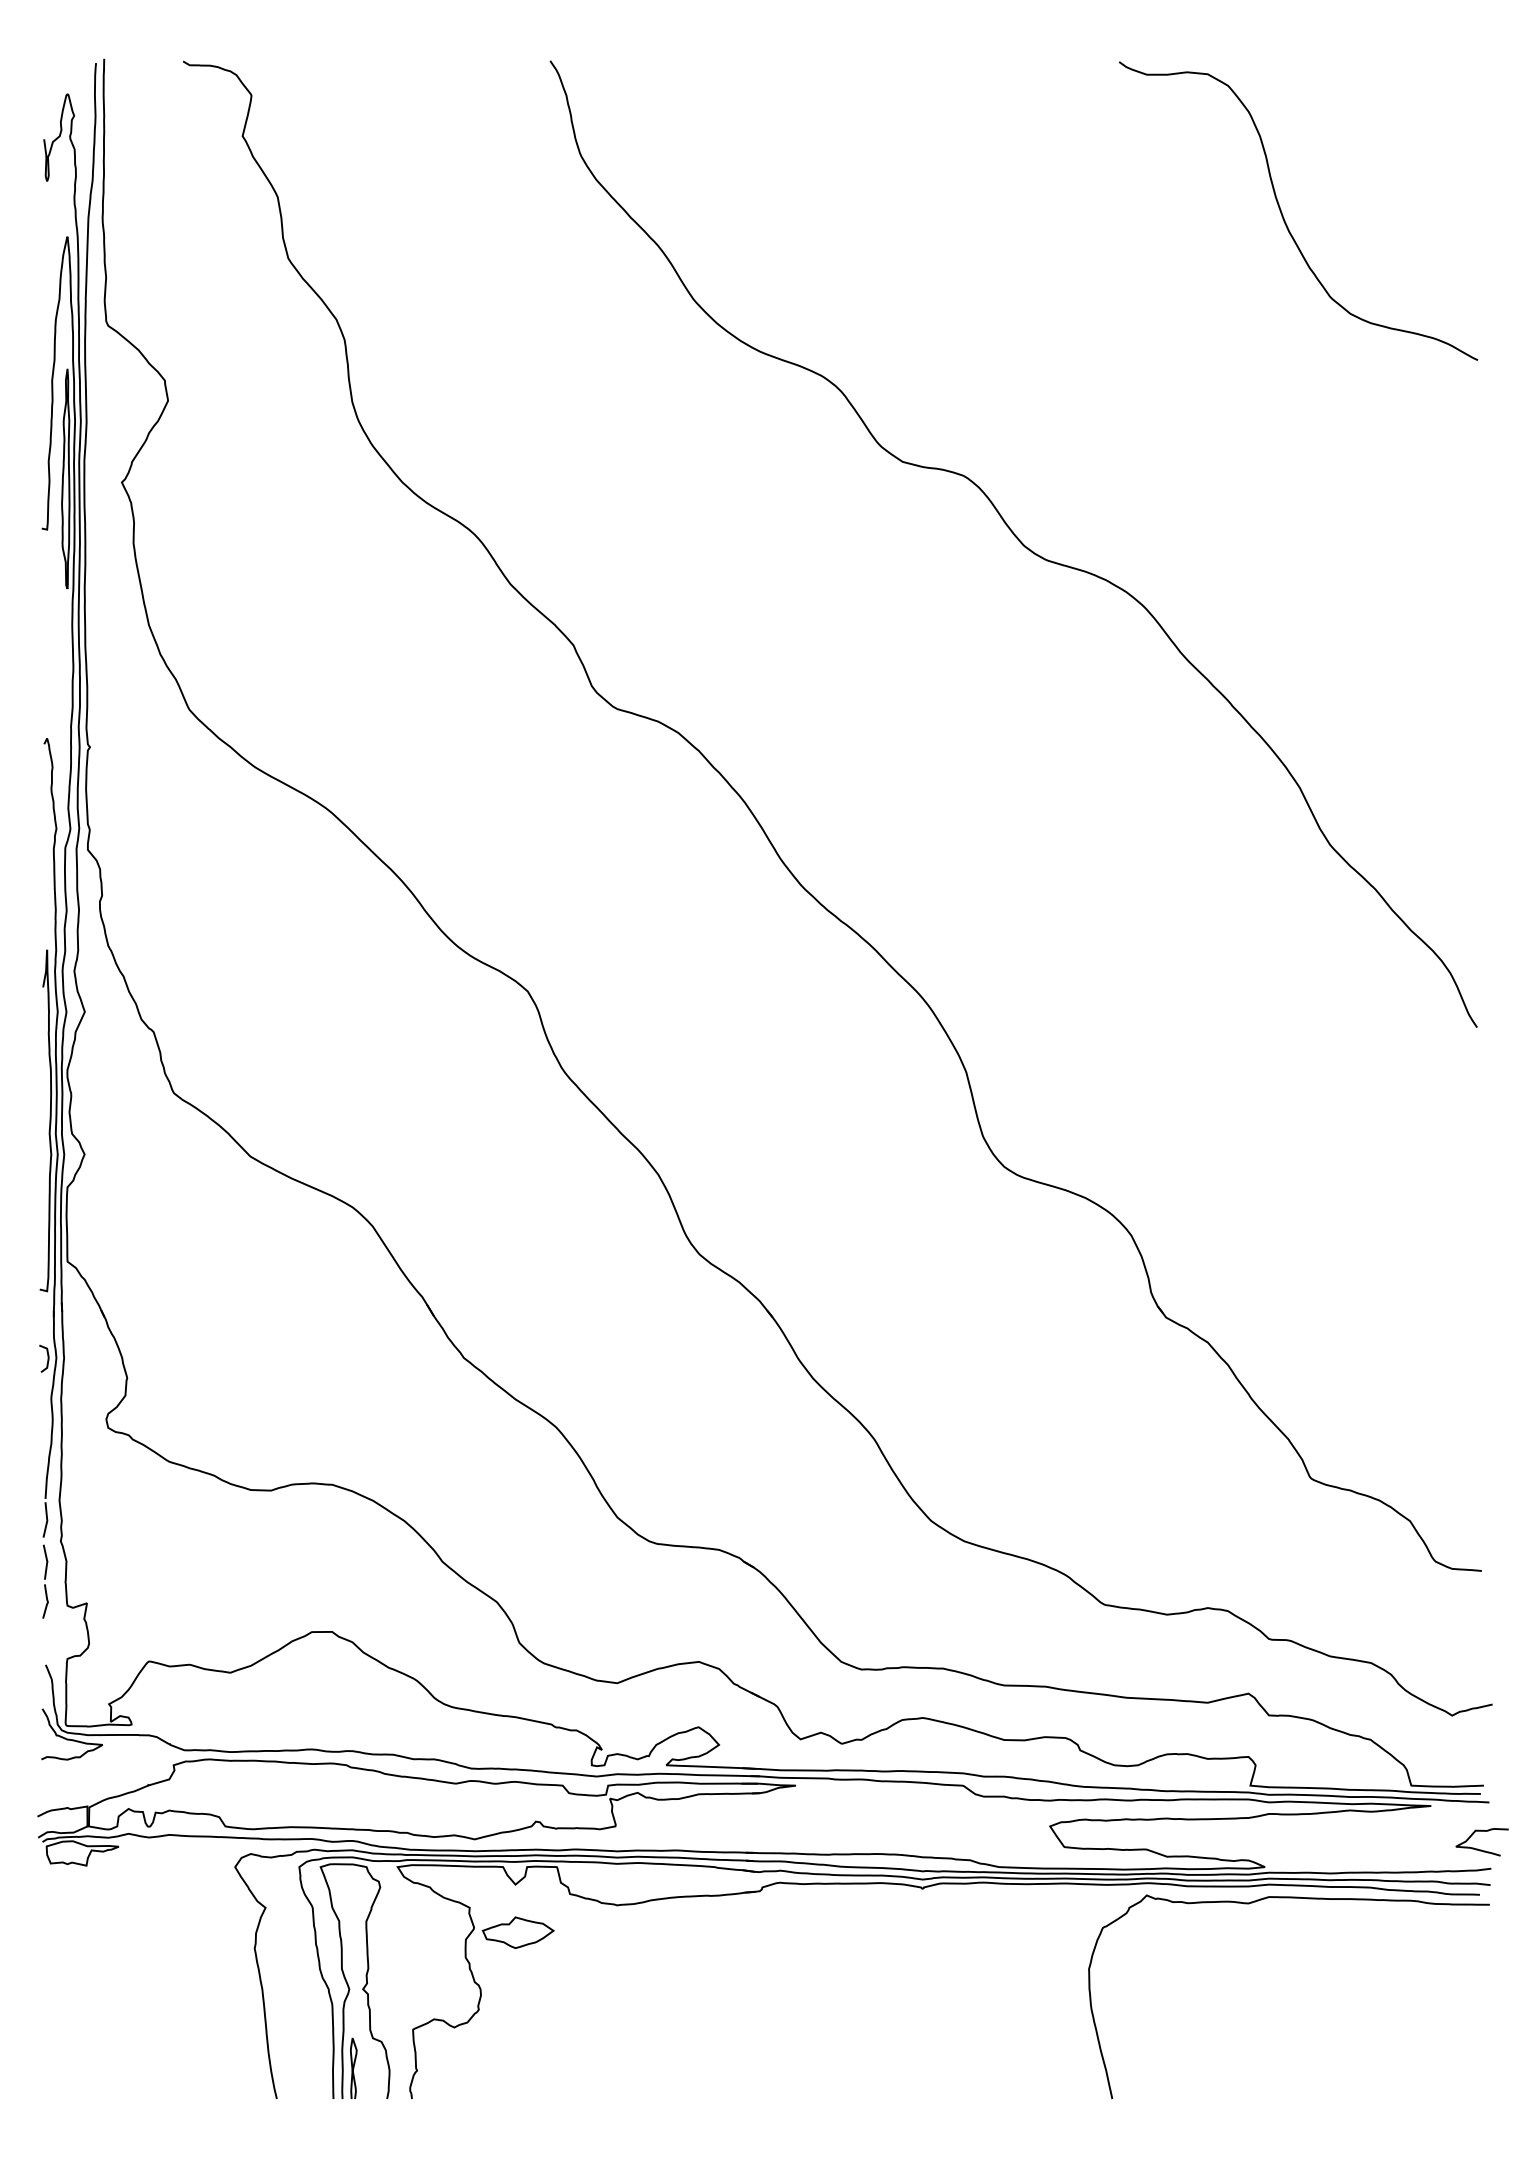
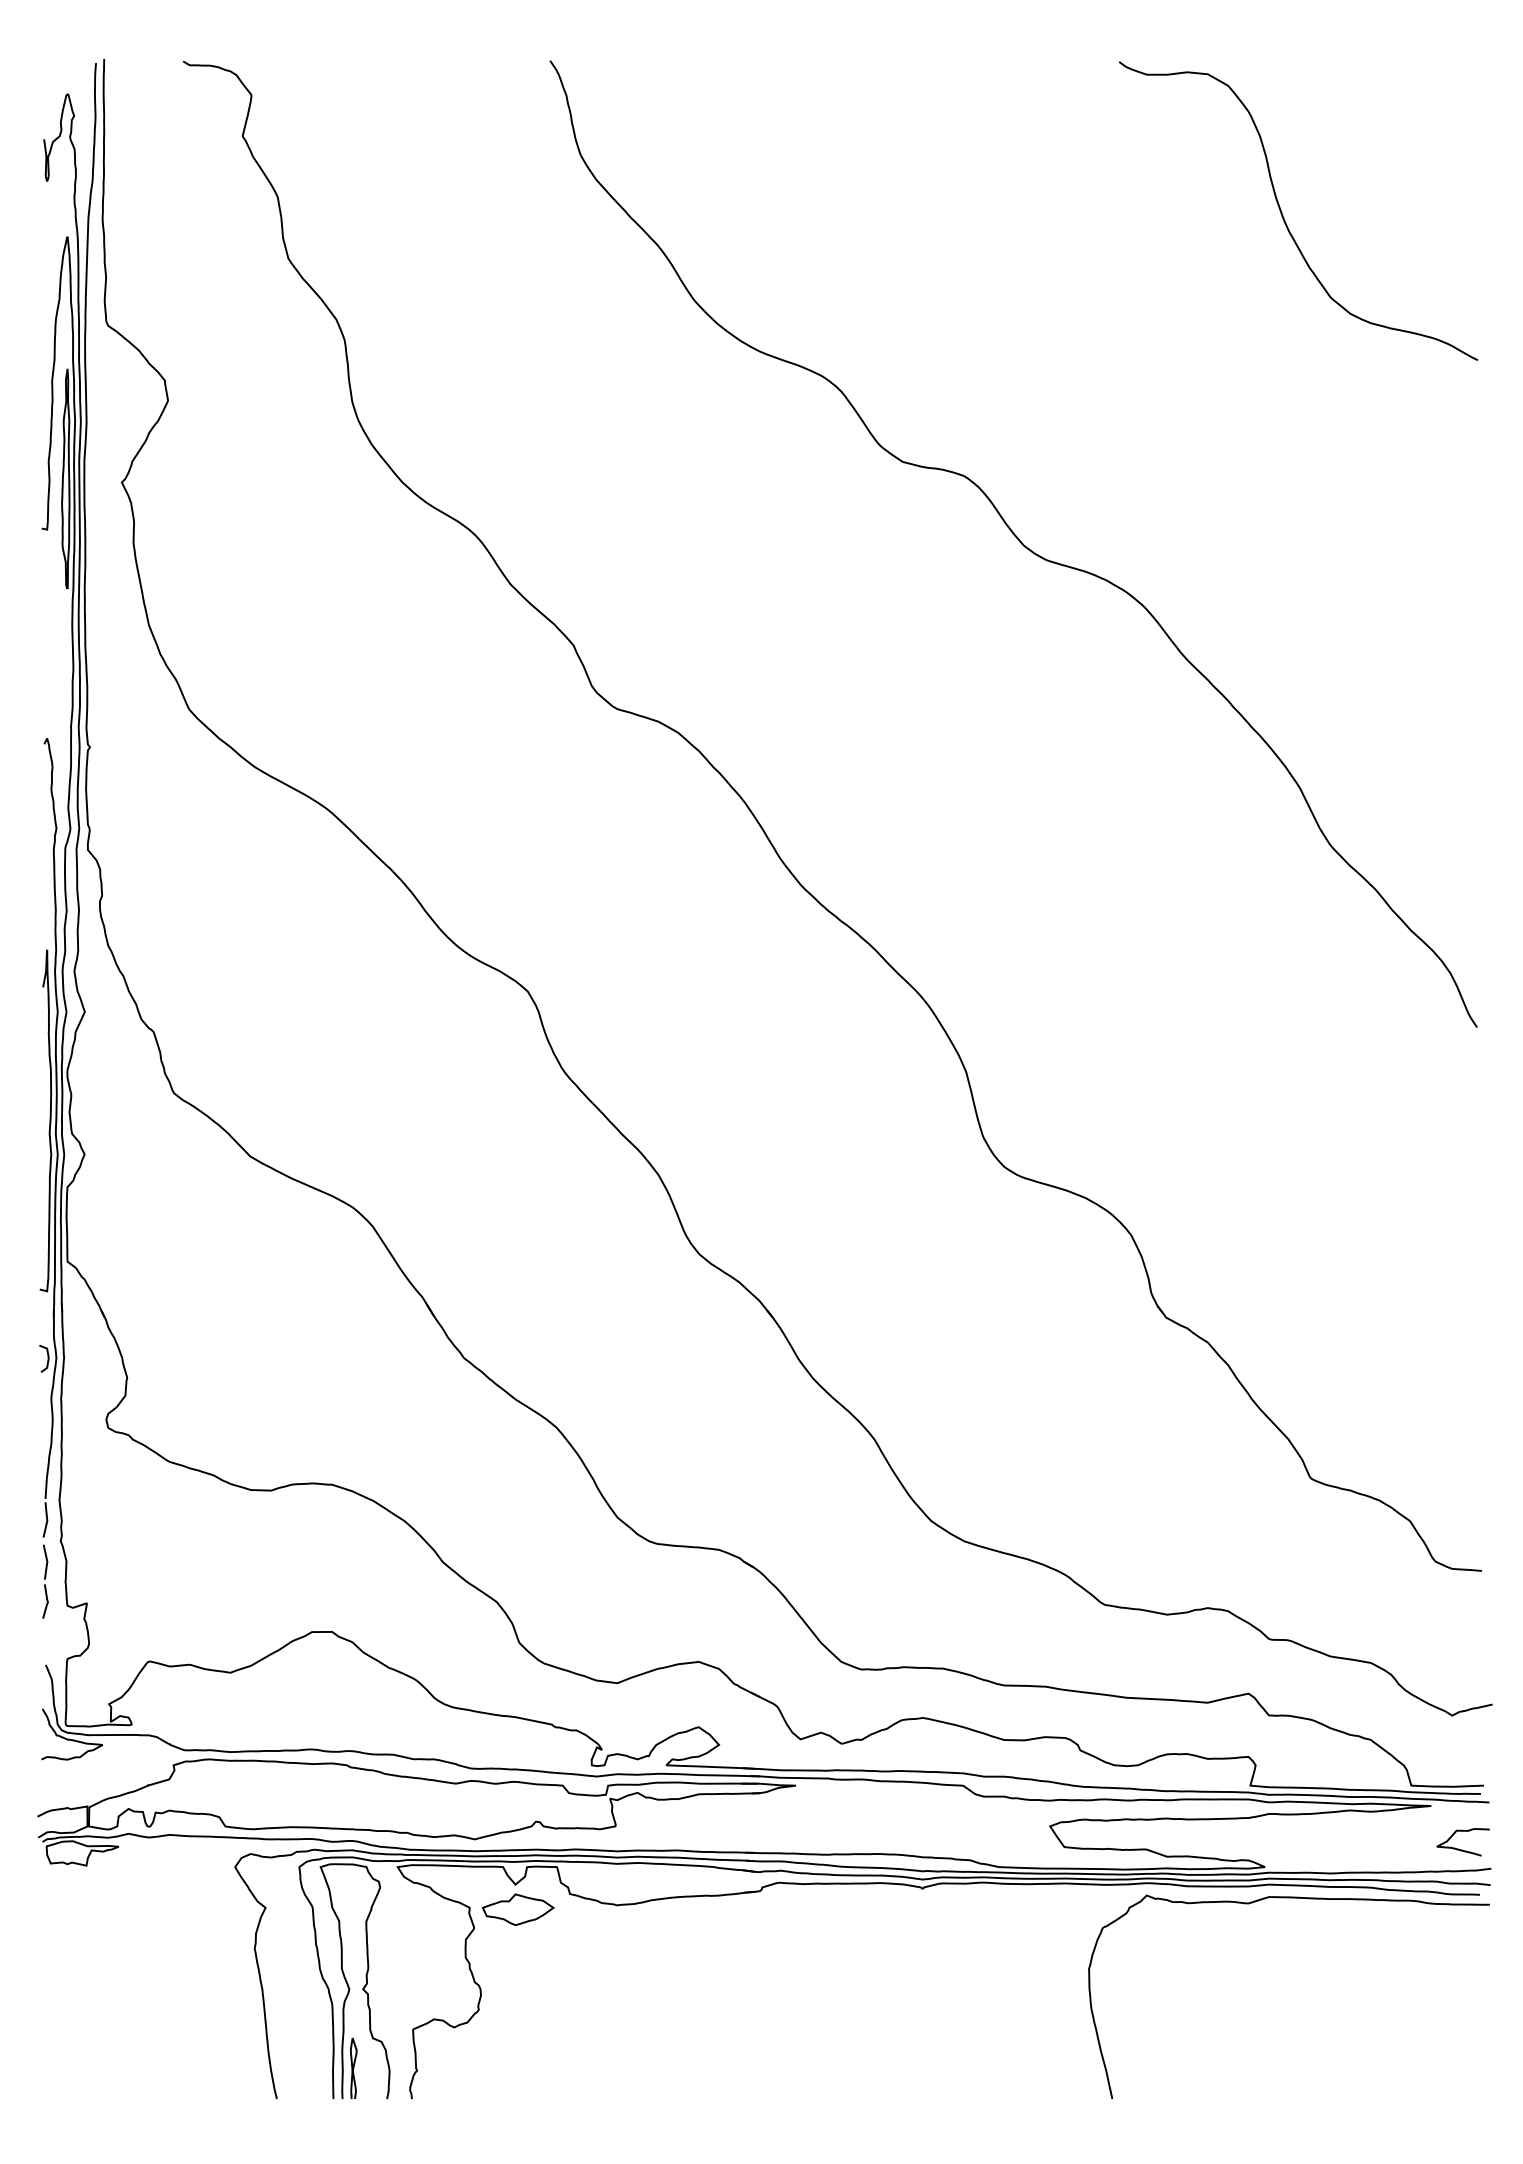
curve at (1481, 1849) position: (1481, 1849) -> (1462, 1849)
part at (517, 1932) position: (517, 1932) -> (517, 1909)
